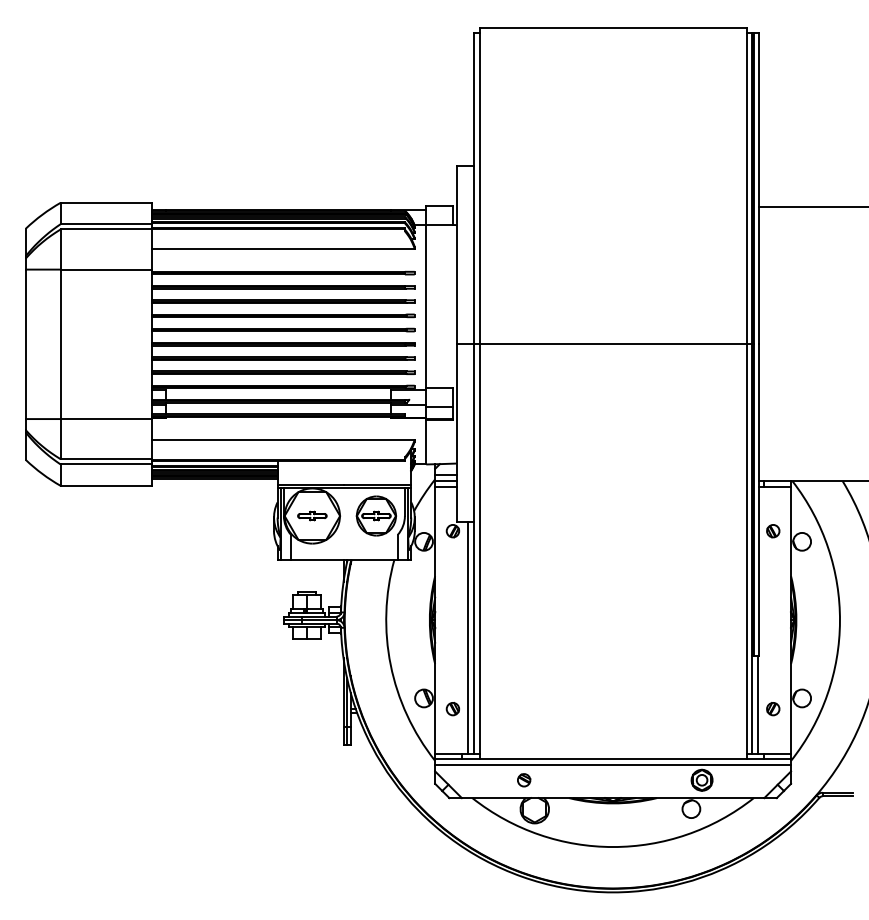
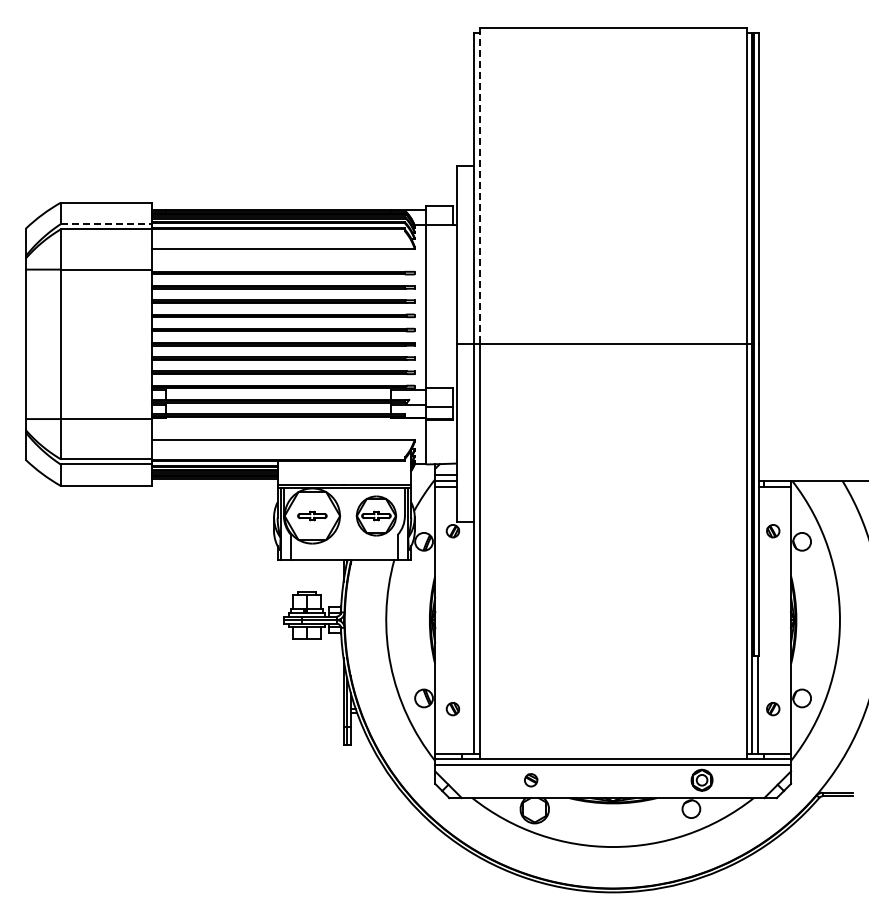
line at (479, 186): solid -> dashed
line at (812, 207): present -> none
line at (106, 224): solid -> dashed
line at (468, 637): present -> none
part at (524, 780) position: (524, 780) -> (531, 780)
